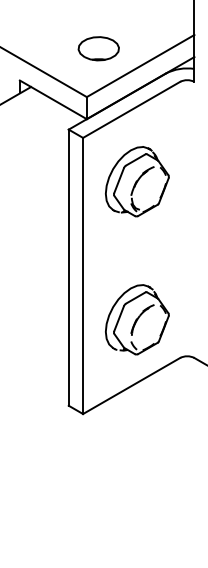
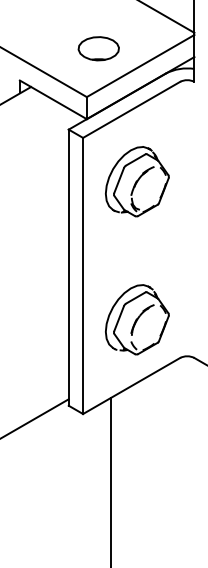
line at (167, 17): none -> present
line at (35, 418): none -> present
line at (110, 481): none -> present
